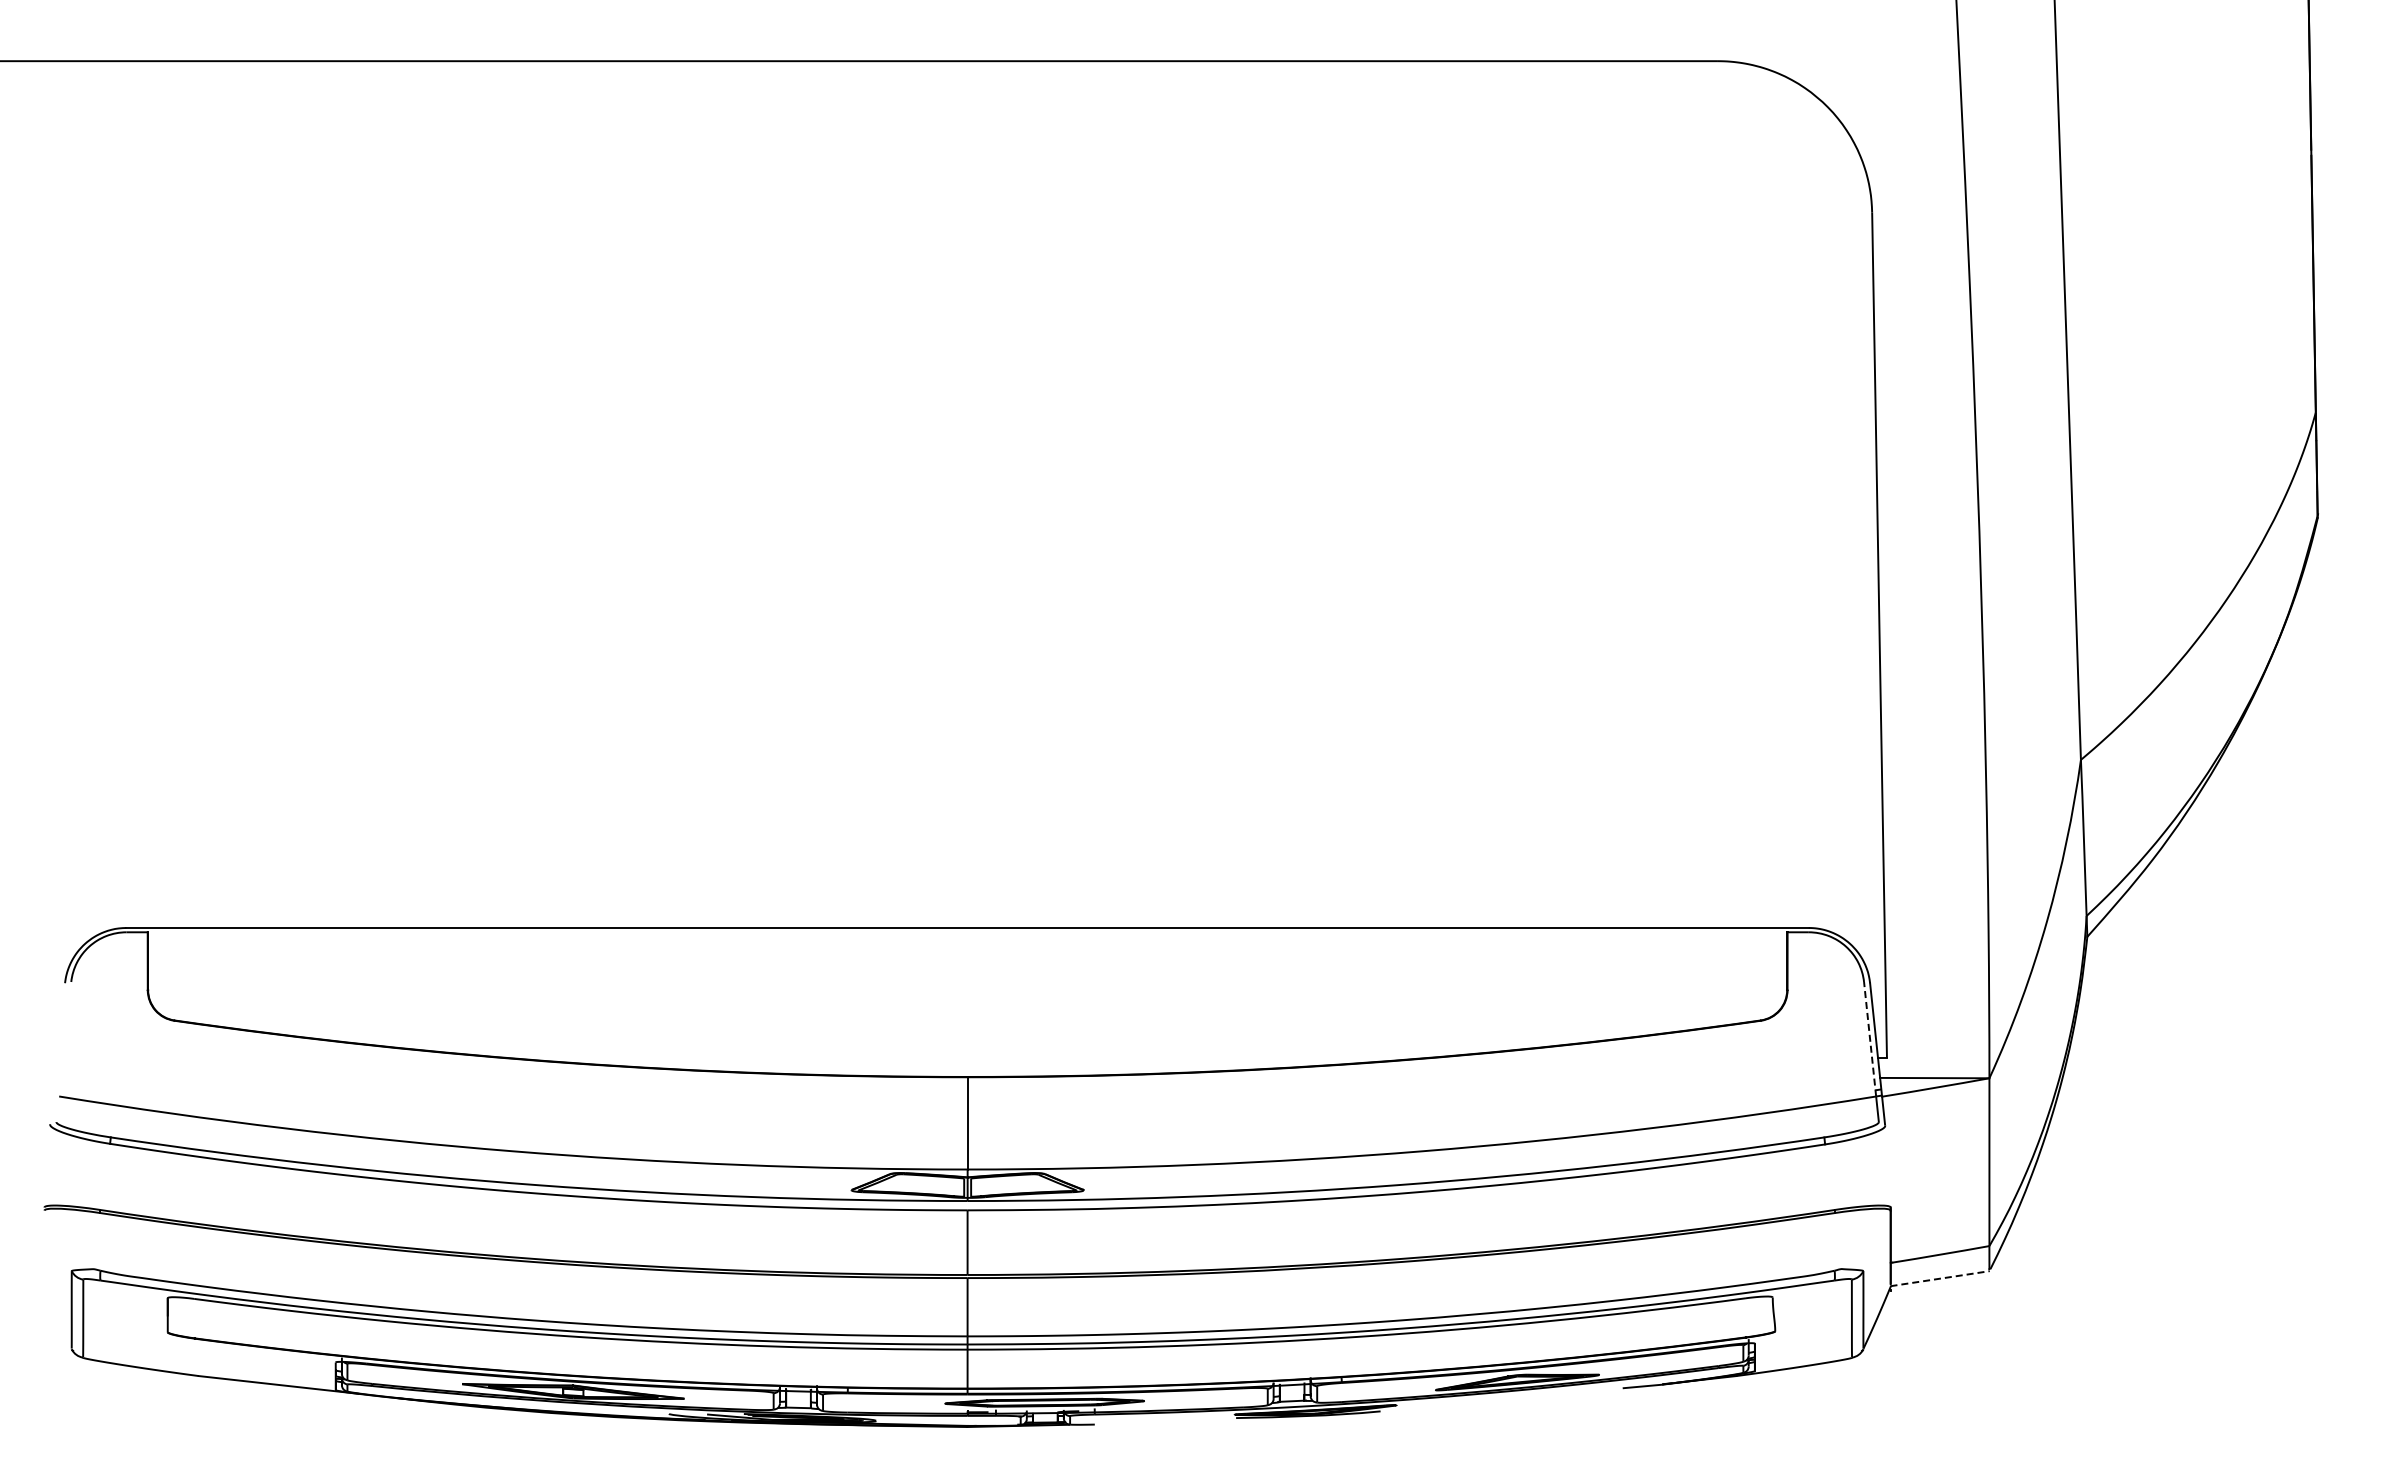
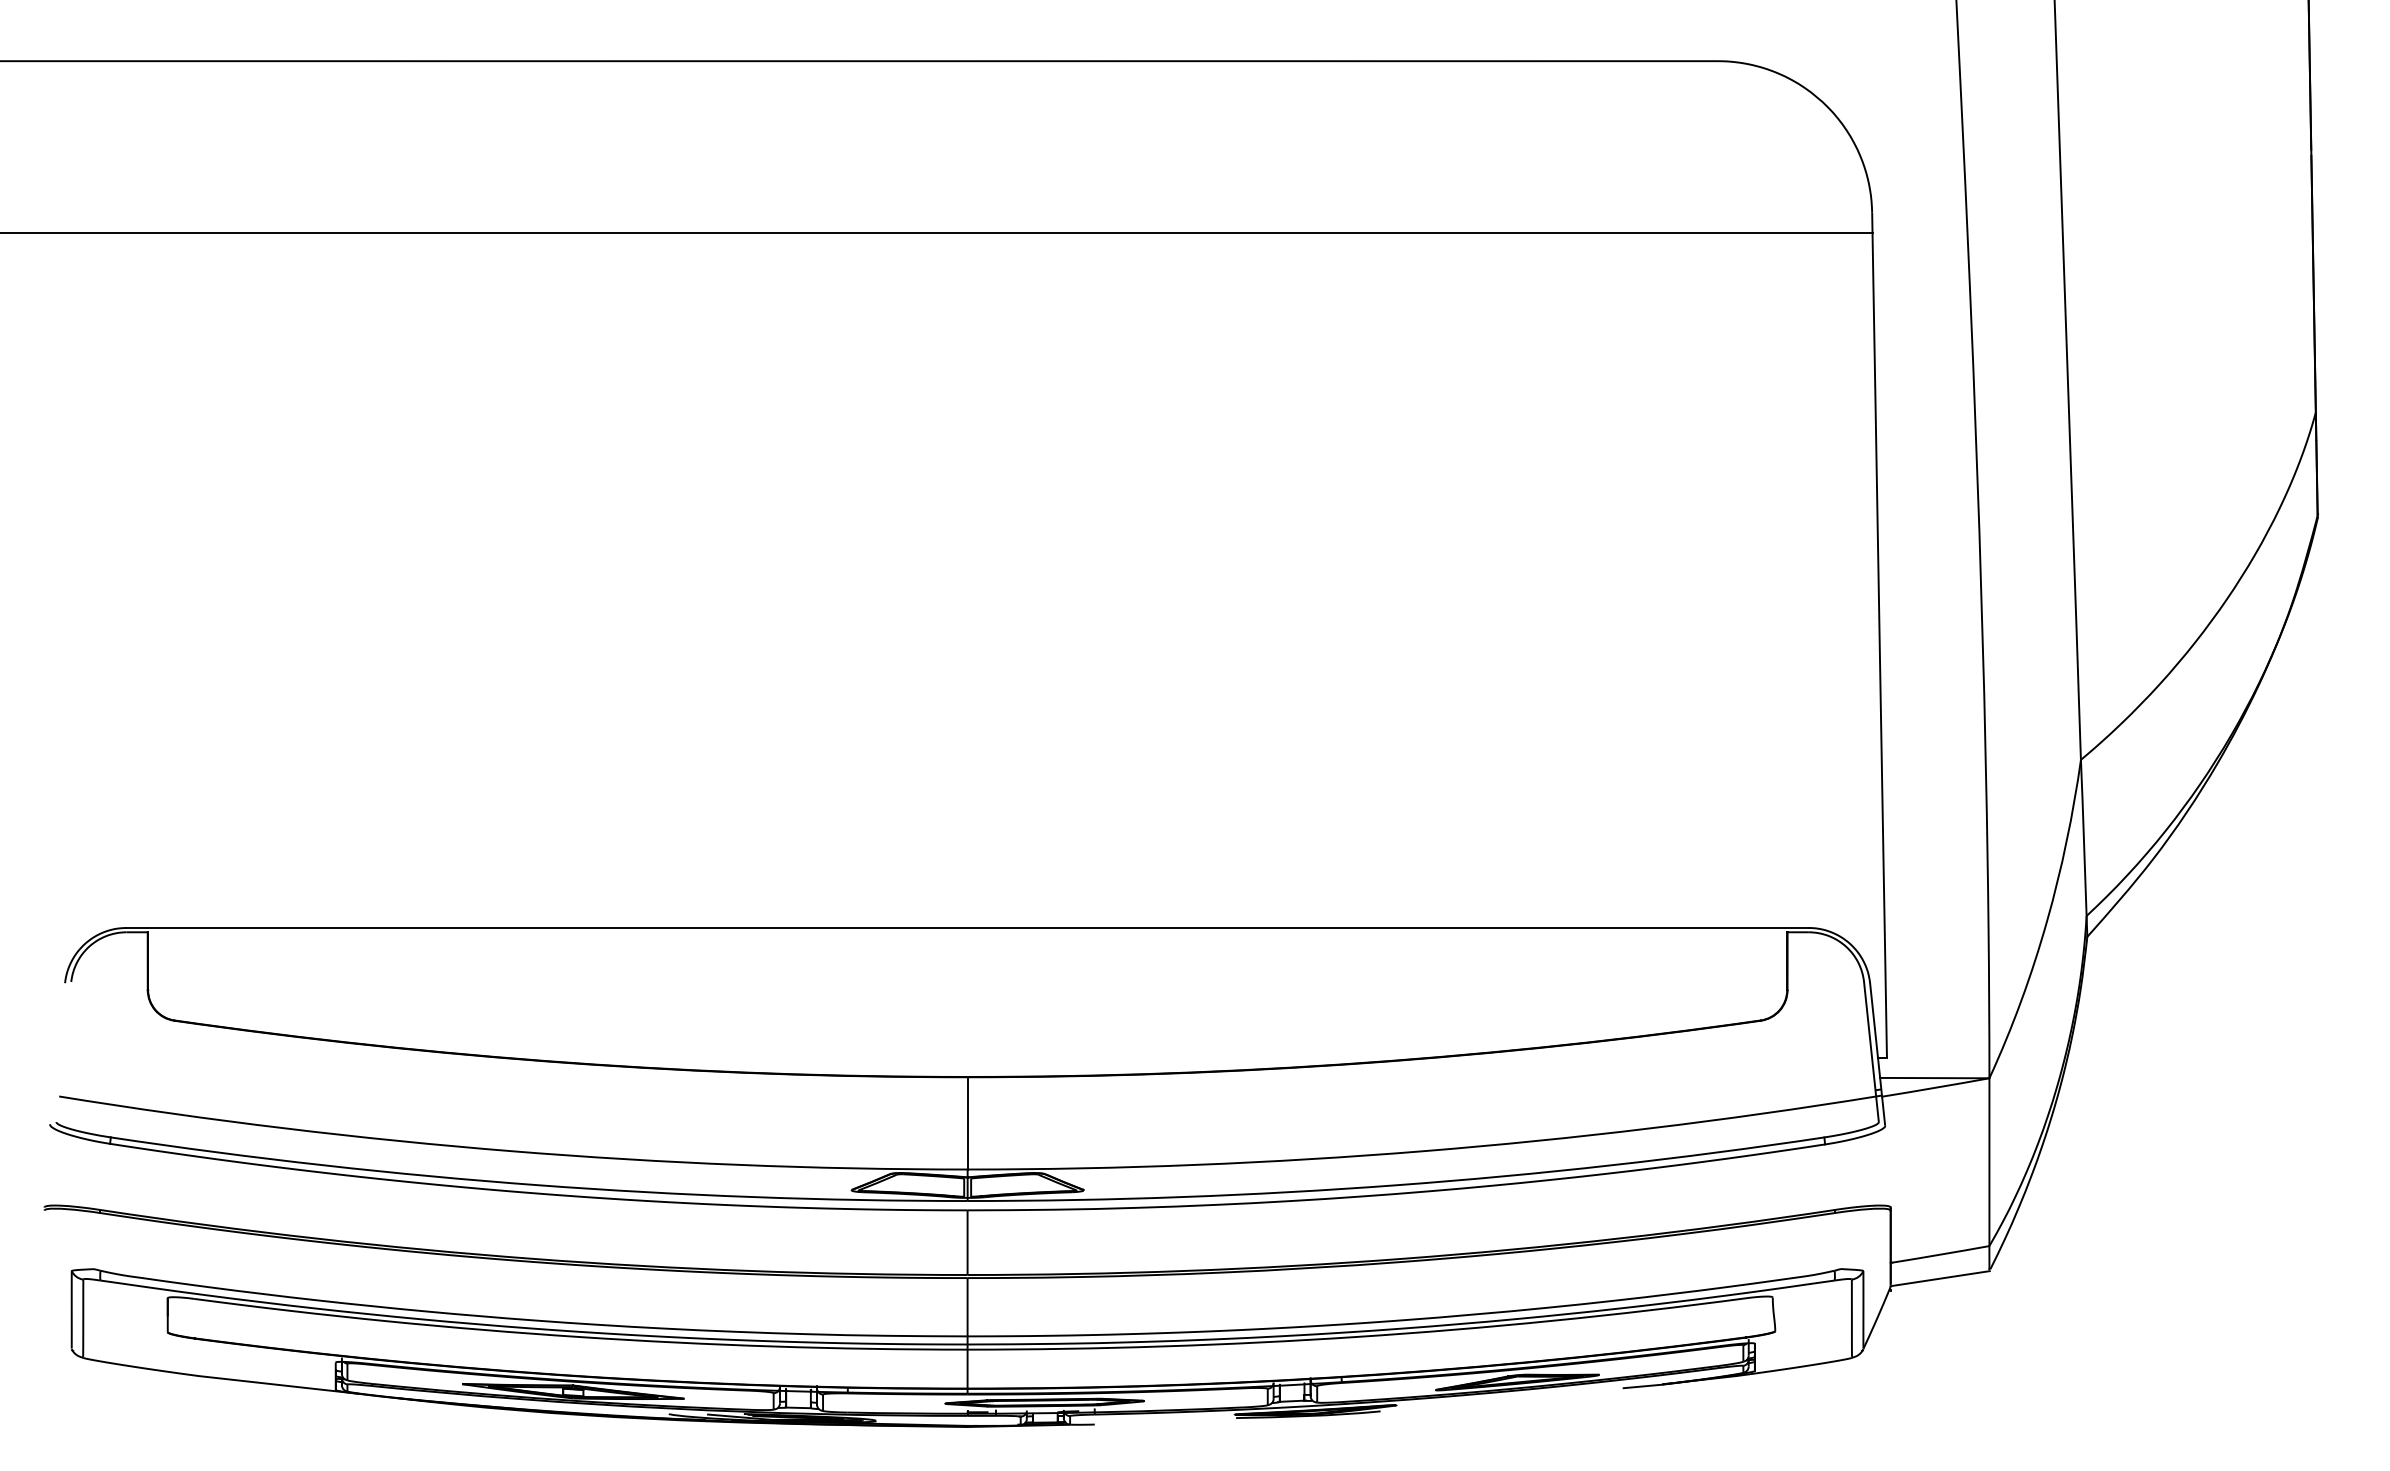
line at (937, 232): none -> present
line at (1870, 1039): dashed -> solid
line at (1940, 1278): dashed -> solid
